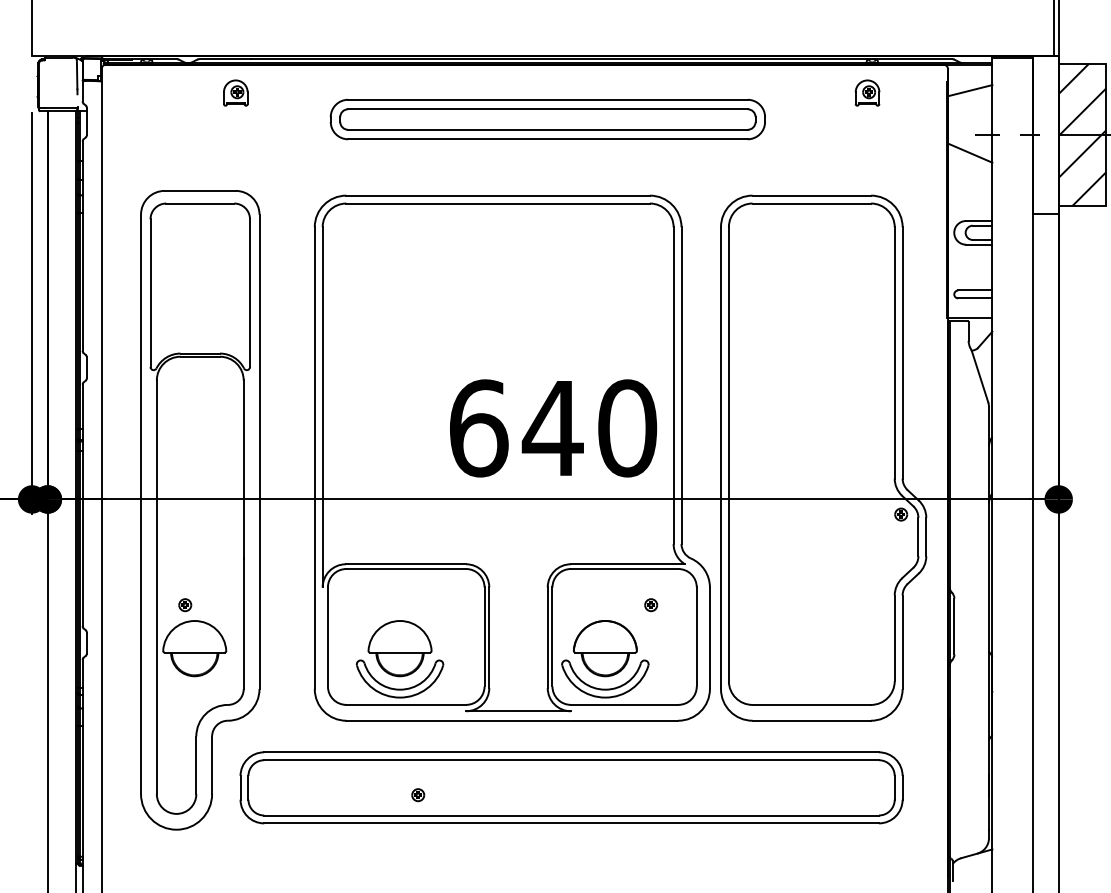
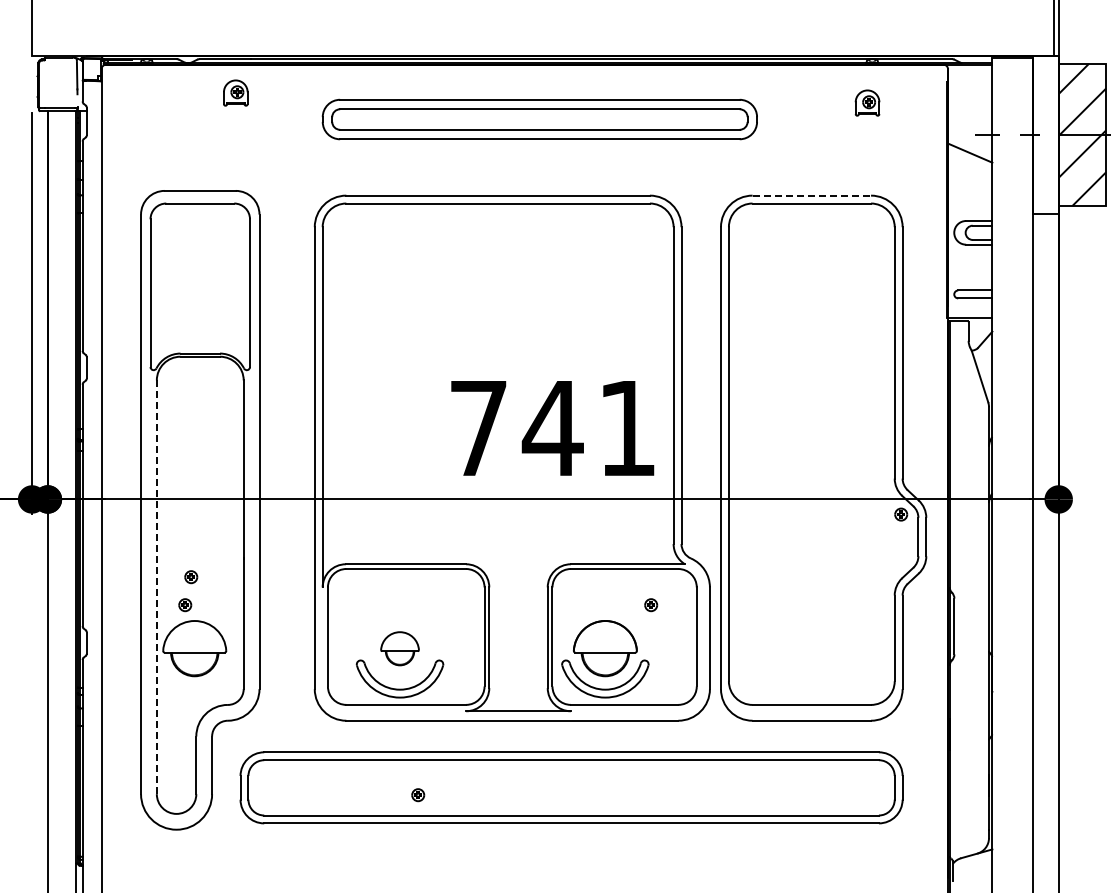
line at (970, 90): present -> none
part at (867, 92) position: (867, 92) -> (867, 102)
part at (547, 119) position: (547, 119) -> (539, 119)
line at (812, 195): solid -> dashed
text at (553, 428): 640 -> 741
part at (191, 577): none -> present
line at (156, 587): solid -> dashed
part at (399, 648) size: 66x58 px -> 40x36 px
